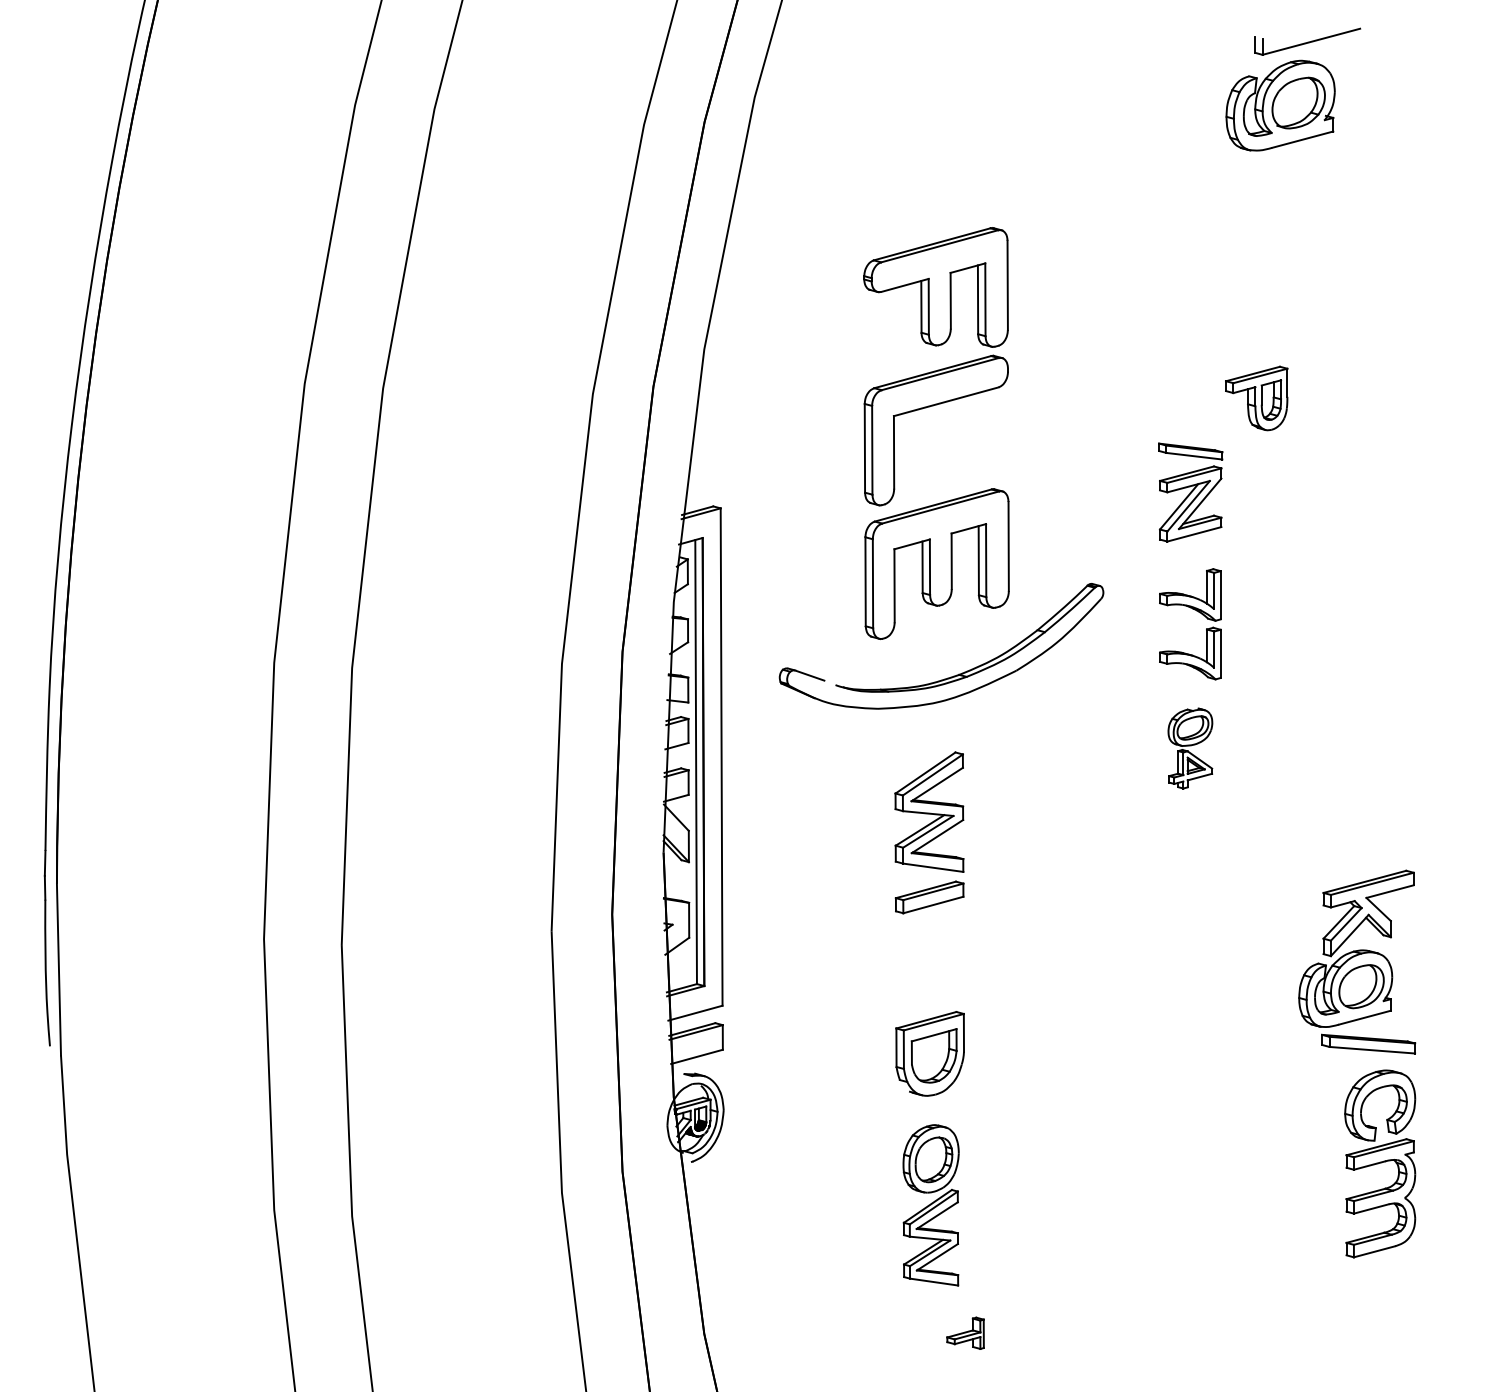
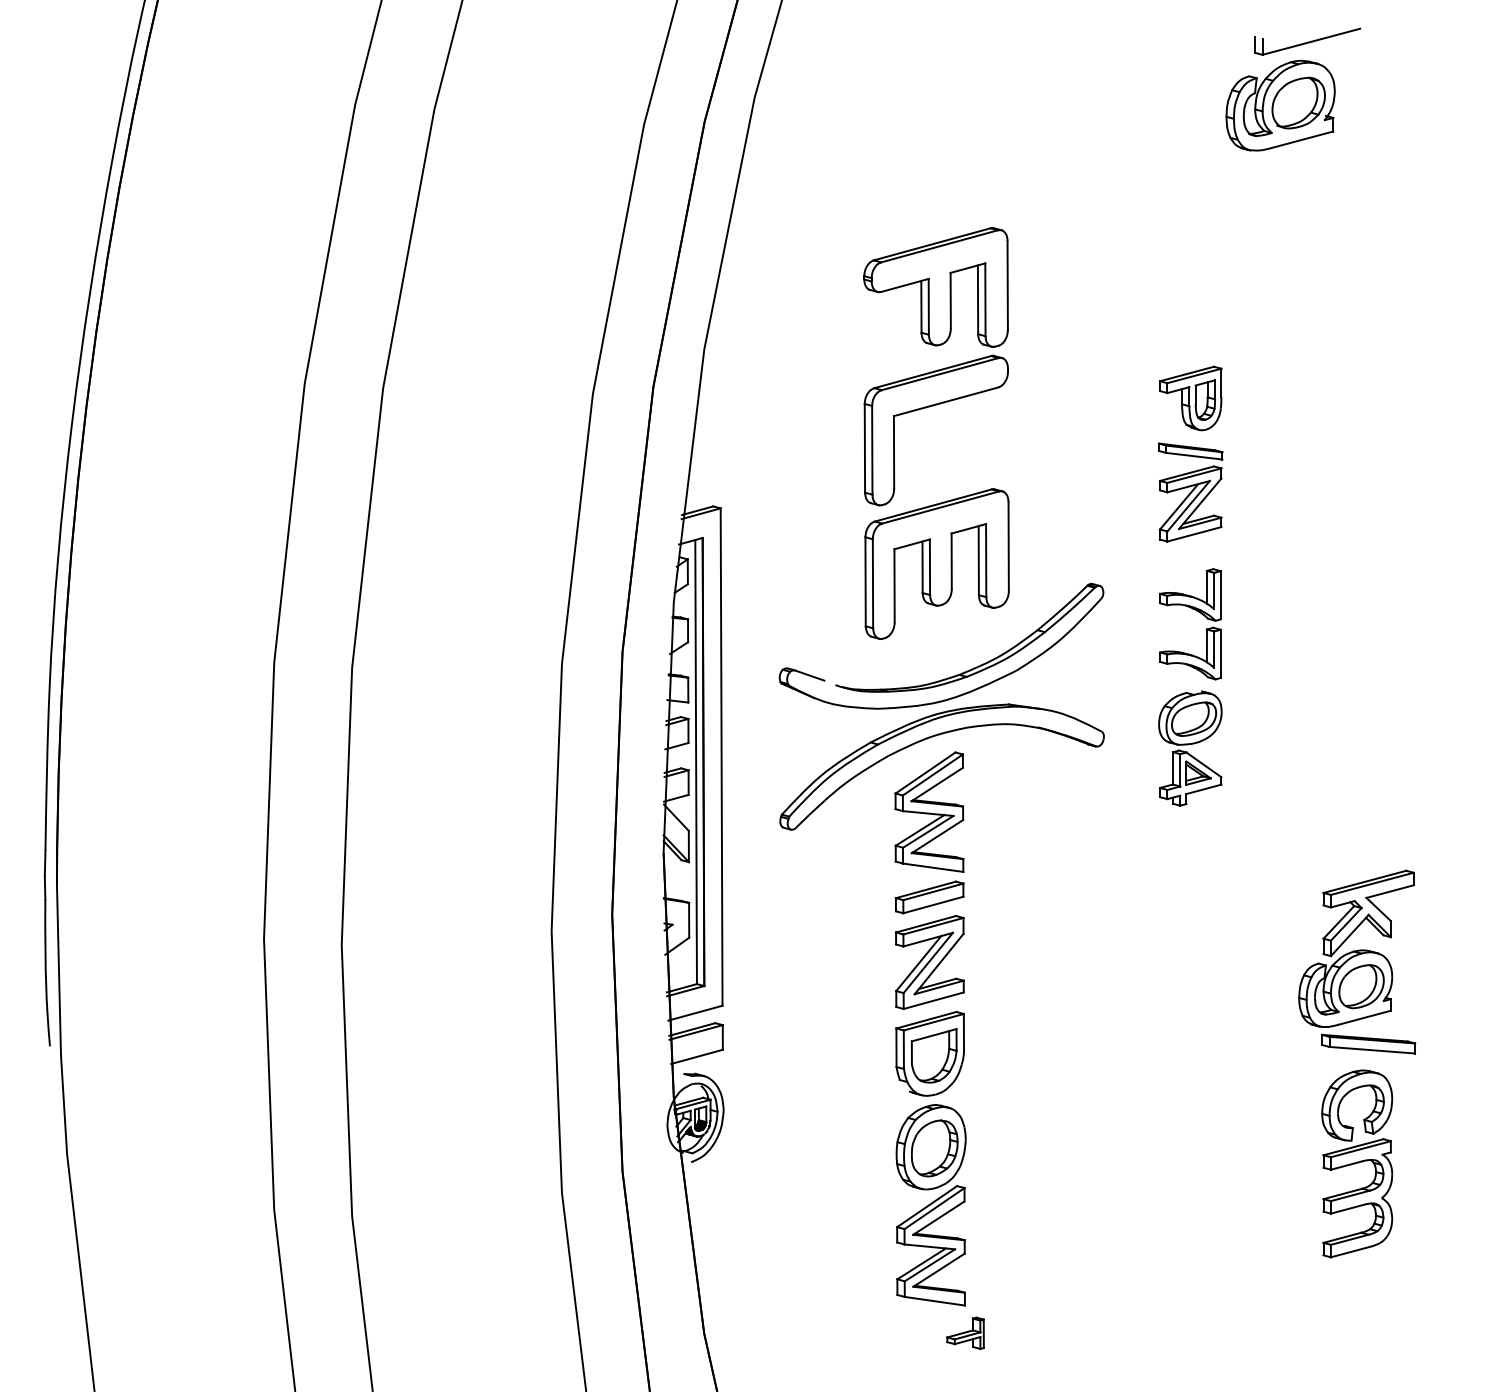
part at (1256, 398) position: (1256, 398) -> (1190, 398)
part at (933, 737): none -> present
part at (1190, 748) size: 47x83 px -> 65x117 px
part at (929, 962): none -> present
part at (1380, 1163) position: (1380, 1163) -> (1357, 1163)
part at (930, 1205) size: 58x163 px -> 72x203 px
